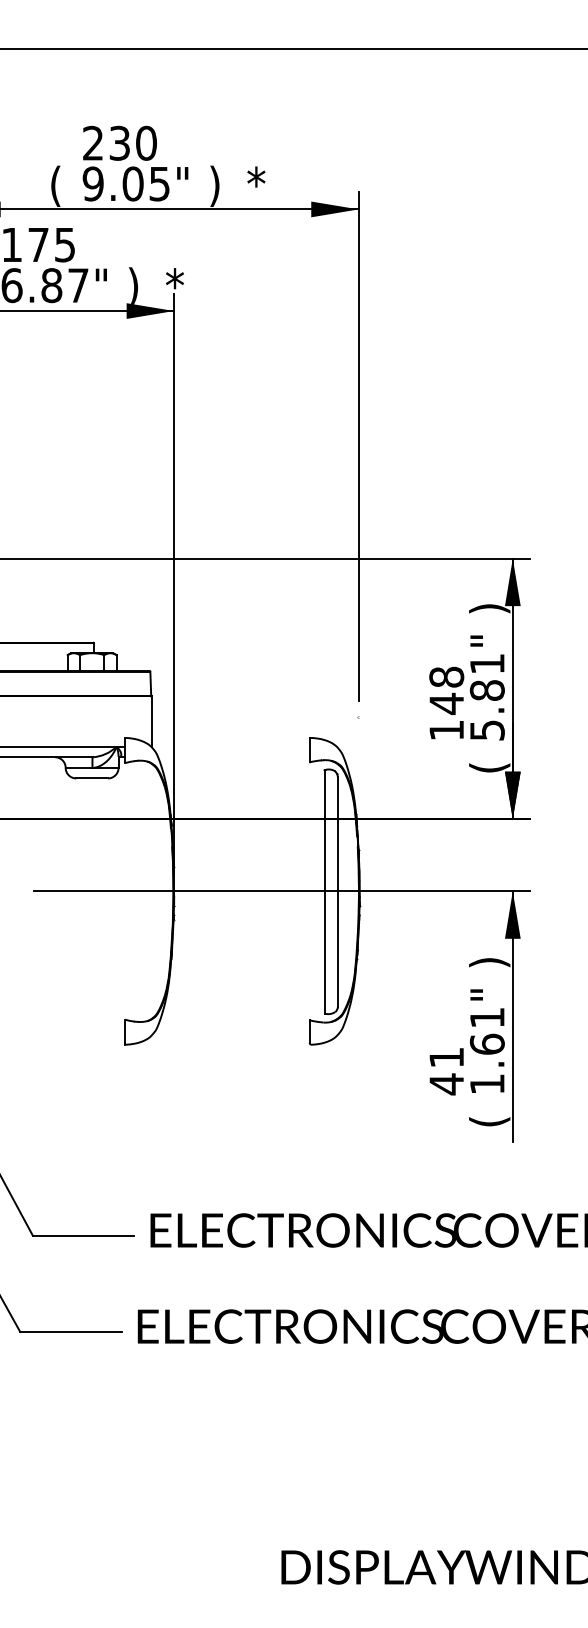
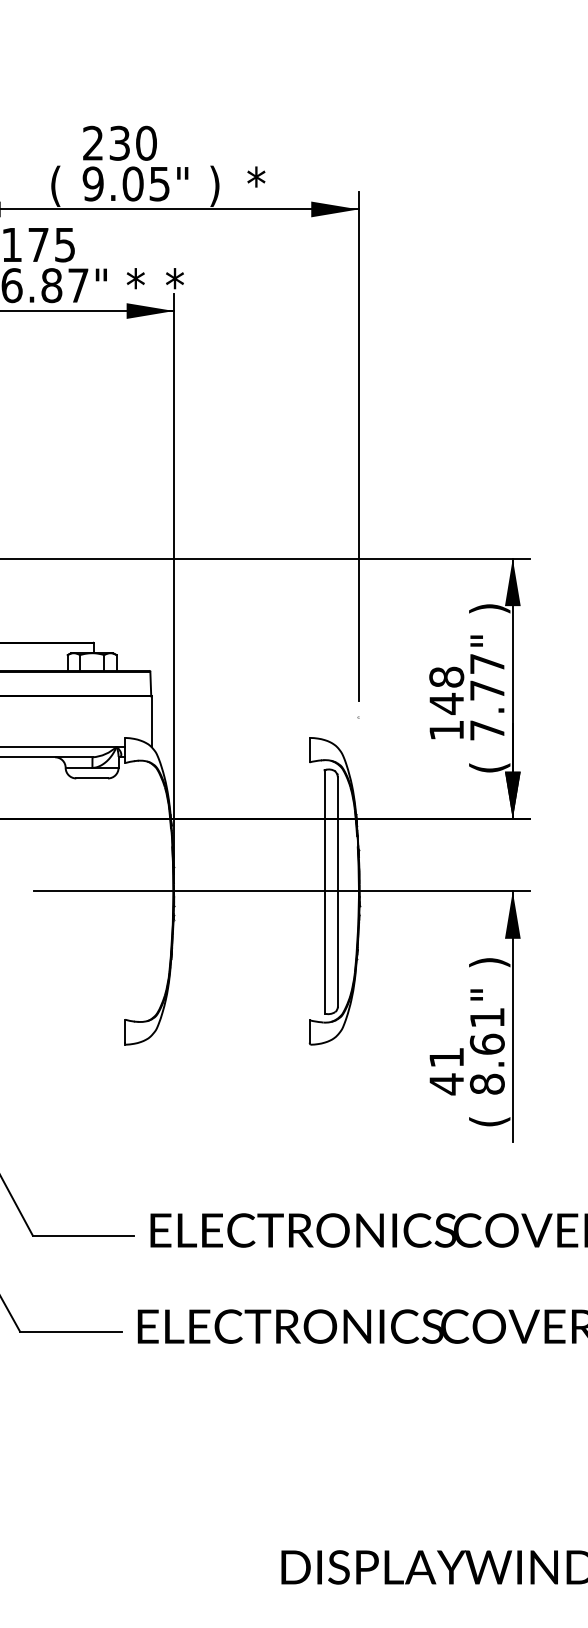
line at (293, 48): present -> none
text at (135, 285): ) -> *
text at (486, 697): 5.81" -> 7.77"
text at (486, 1083): 1.61" -> 8.61"
